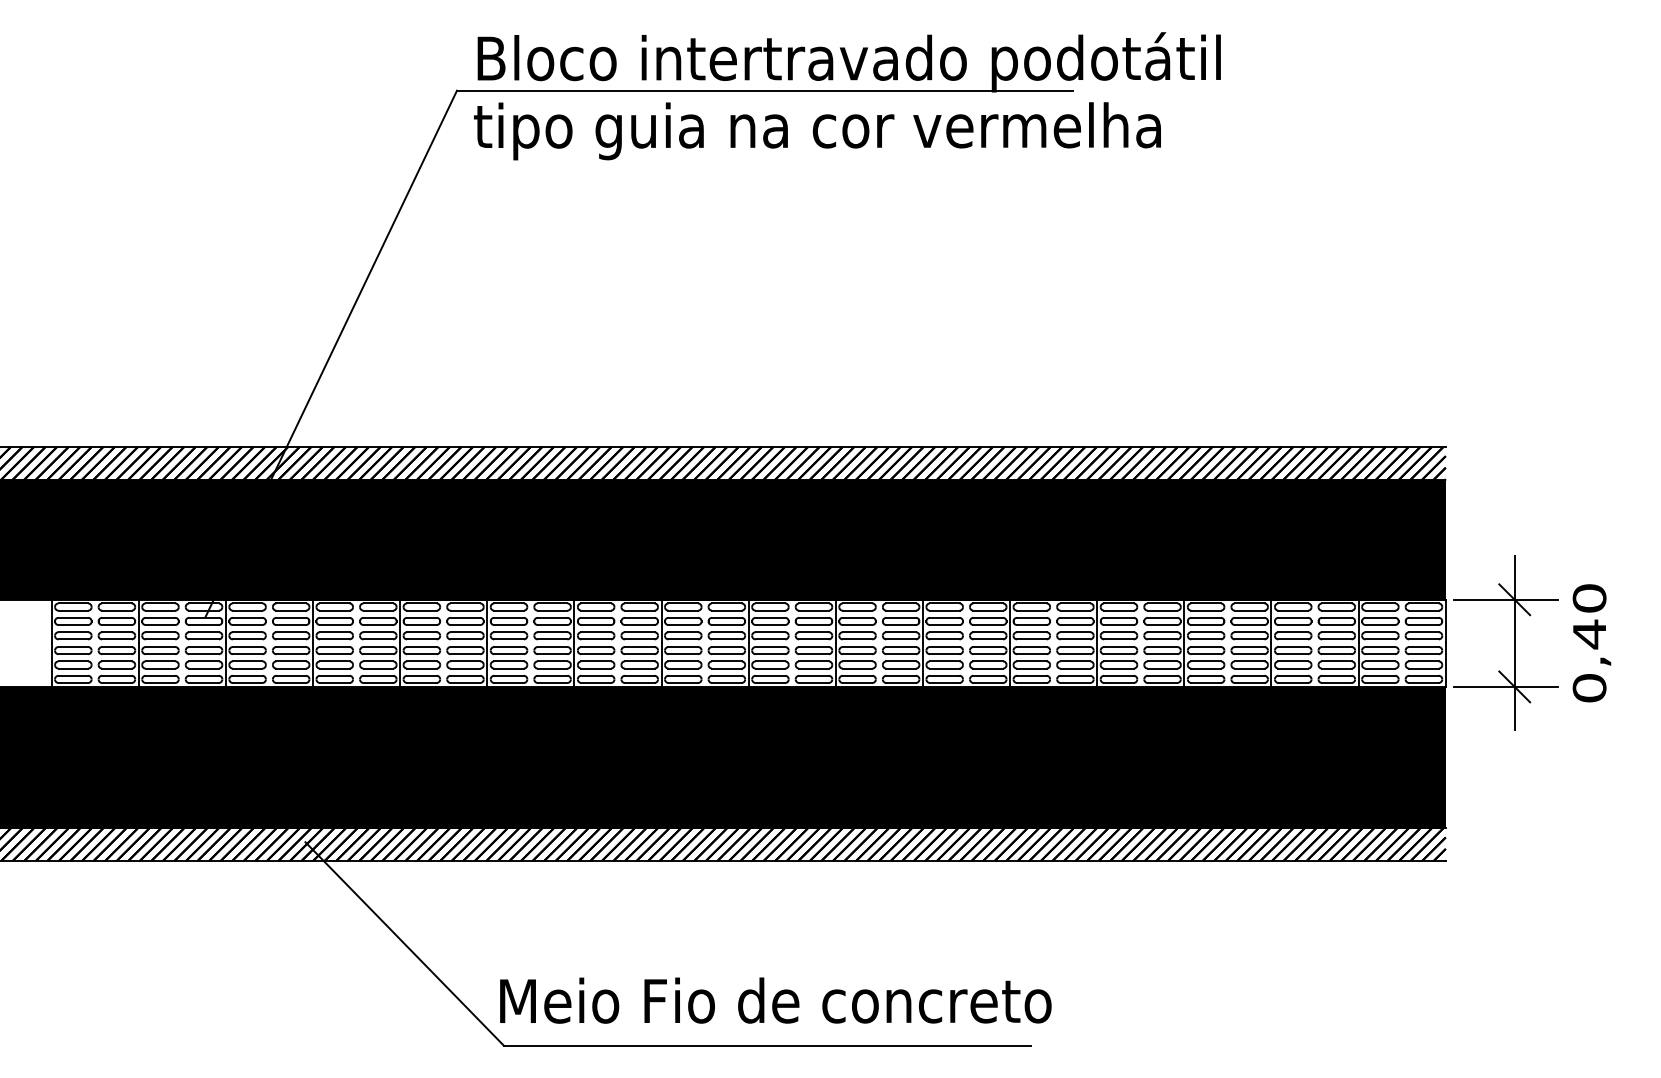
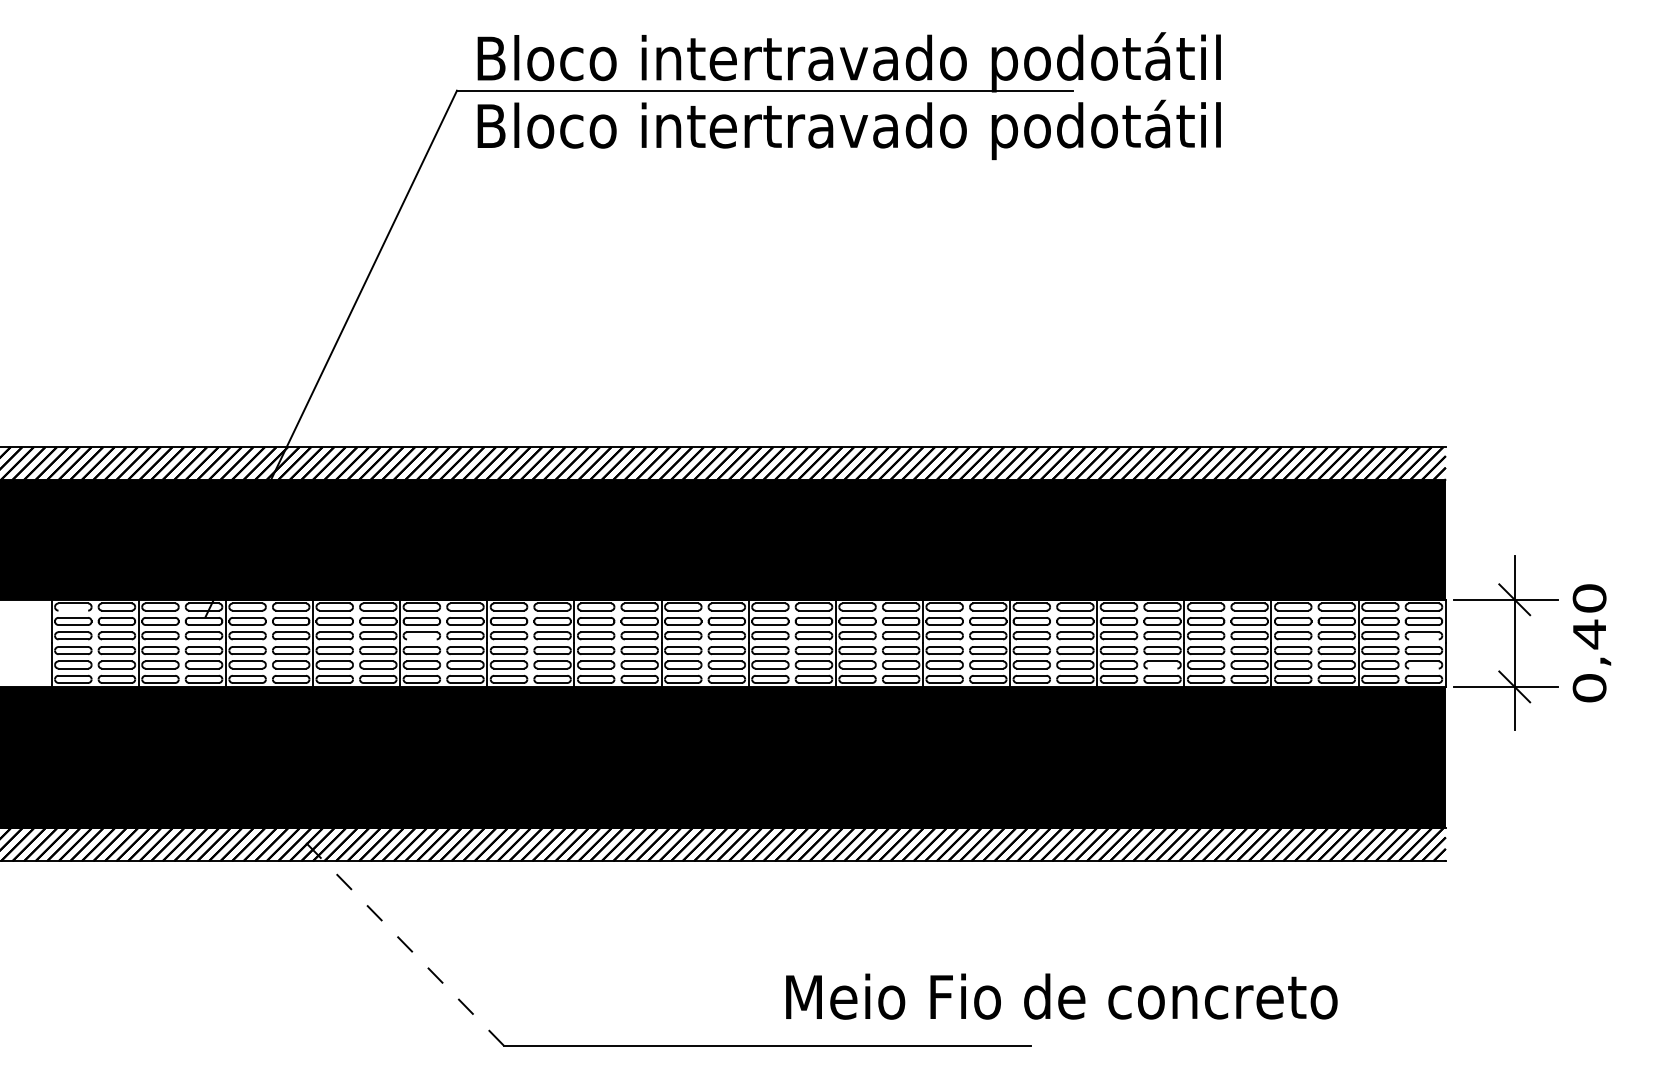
text at (847, 129): tipo guia na cor vermelha -> Bloco intertravado podotátil
line at (73, 610): present -> none
line at (421, 639): present -> none
line at (1423, 639): present -> none
line at (1162, 668): present -> none
line at (1423, 668): present -> none
line at (404, 943): solid -> dashed
text at (775, 1000) position: (775, 1000) -> (1061, 996)
